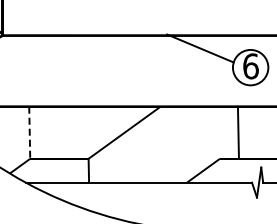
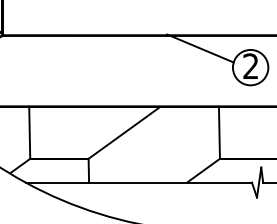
text at (250, 66): 6 -> 2
line at (237, 132) position: (237, 132) -> (218, 132)
line at (29, 133): dashed -> solid
